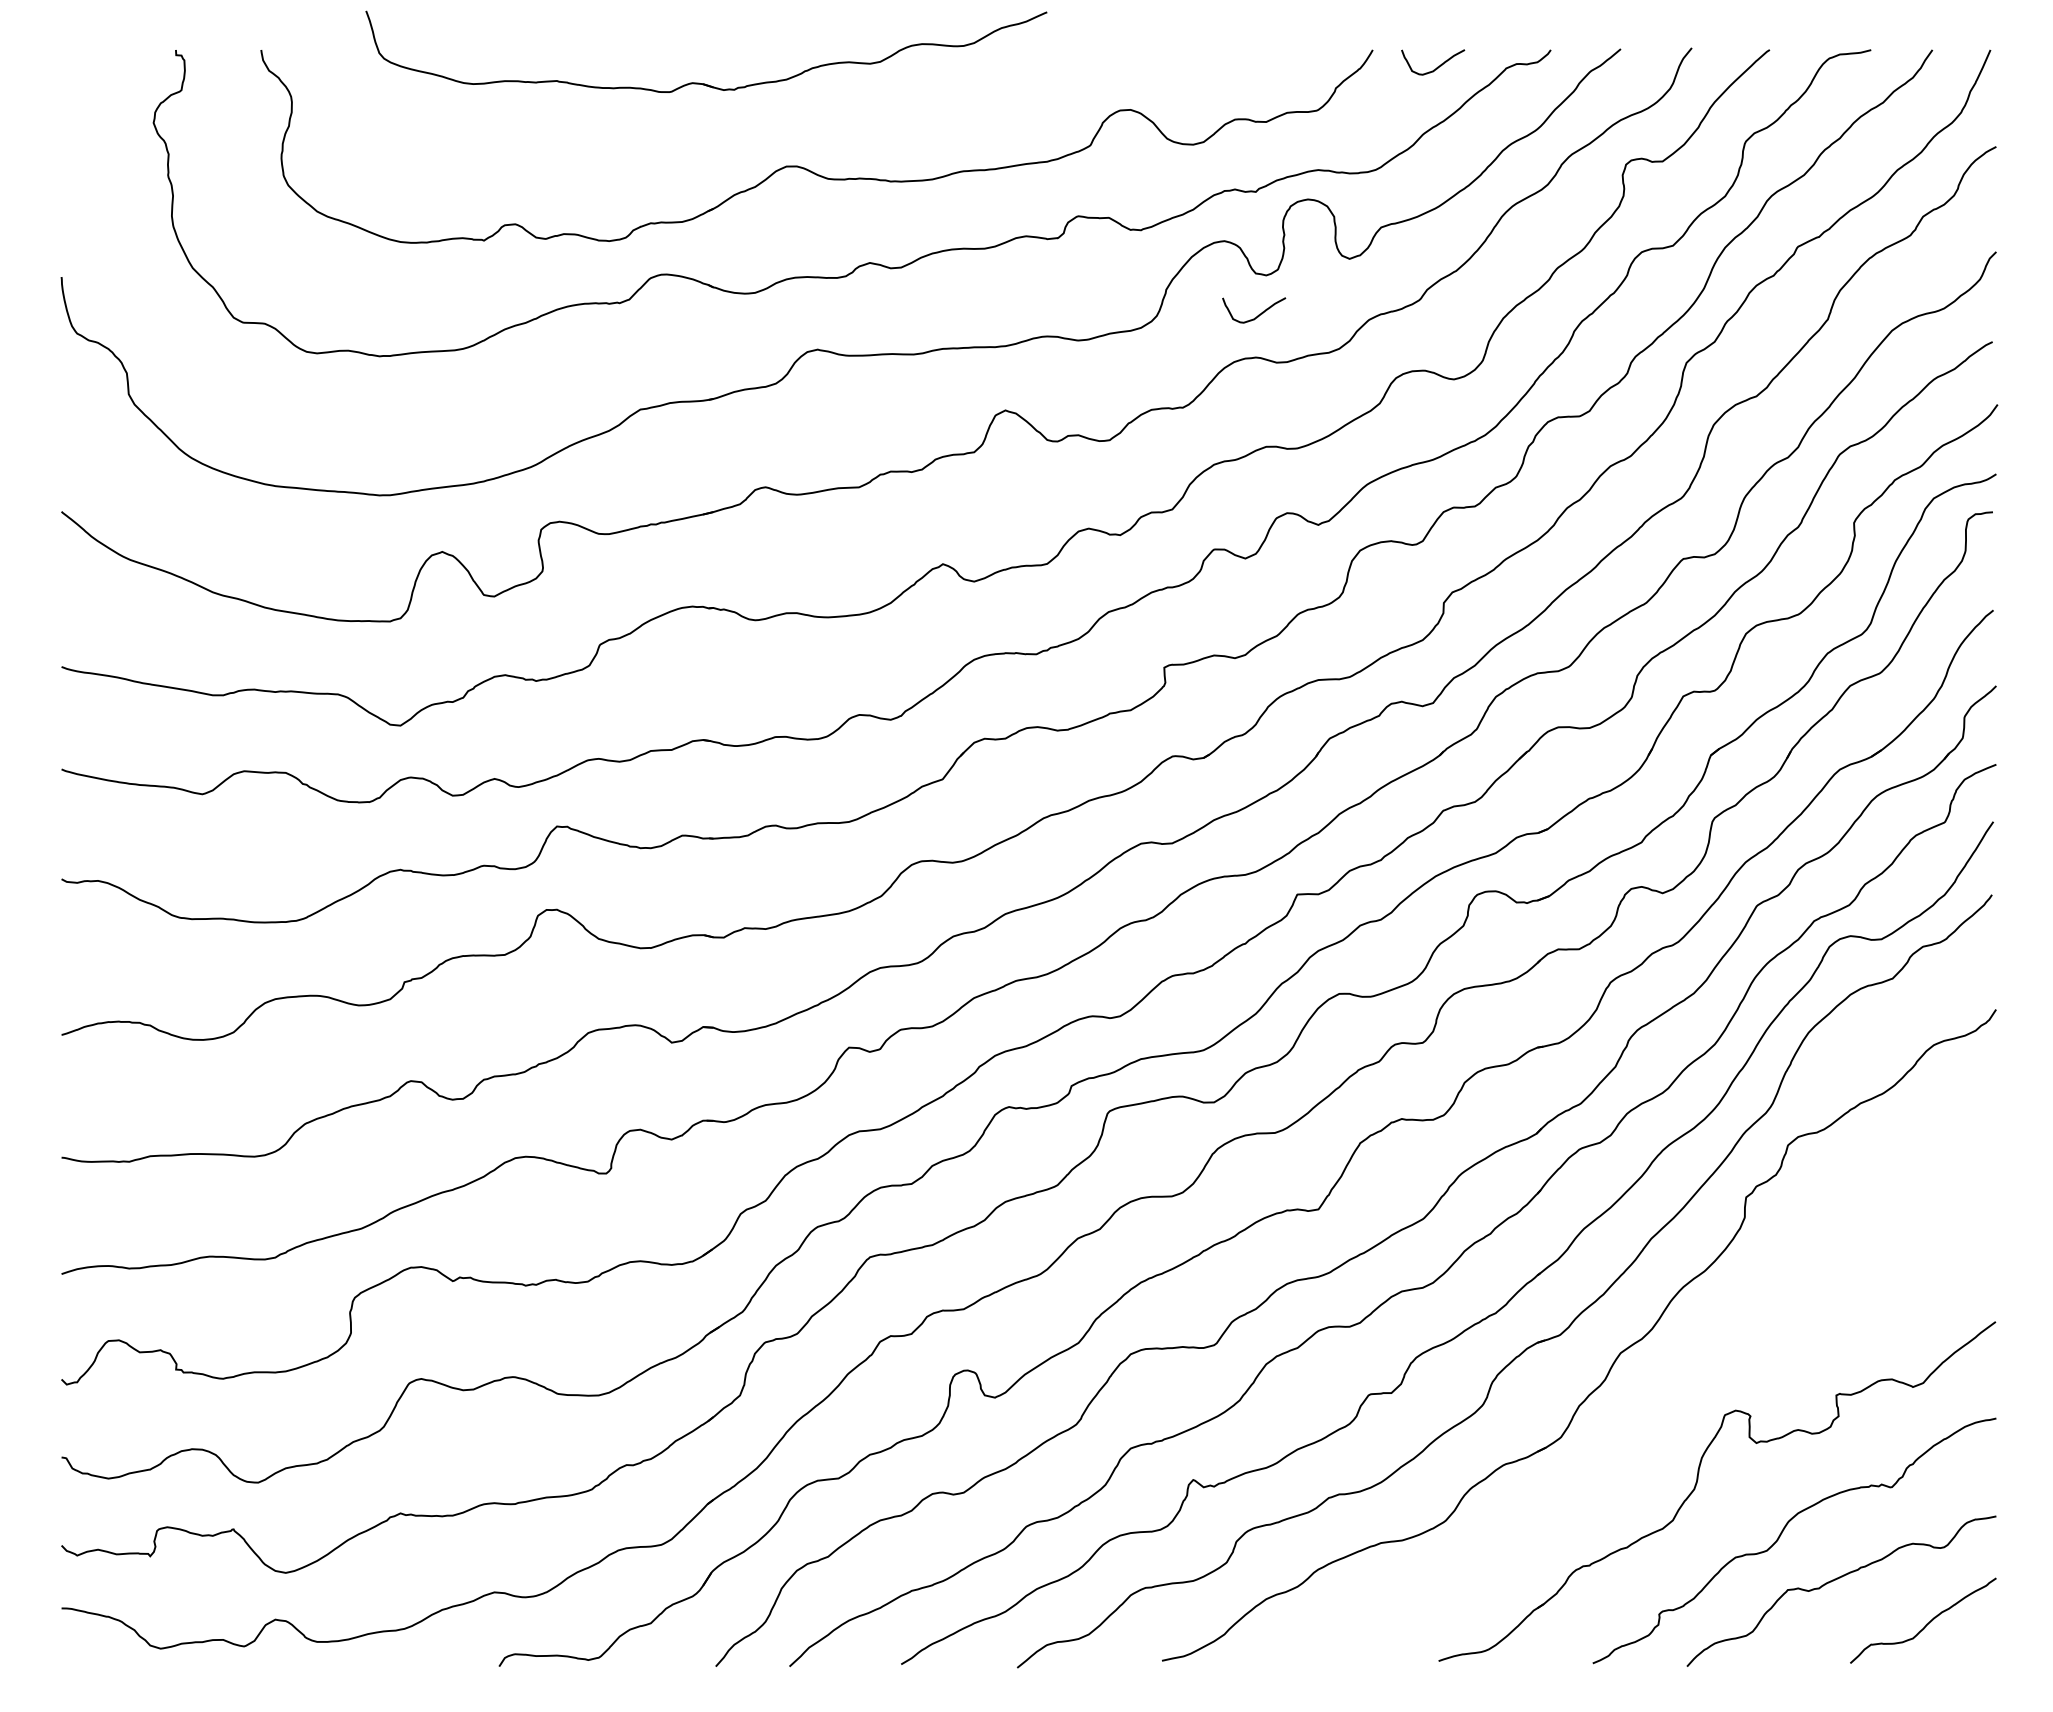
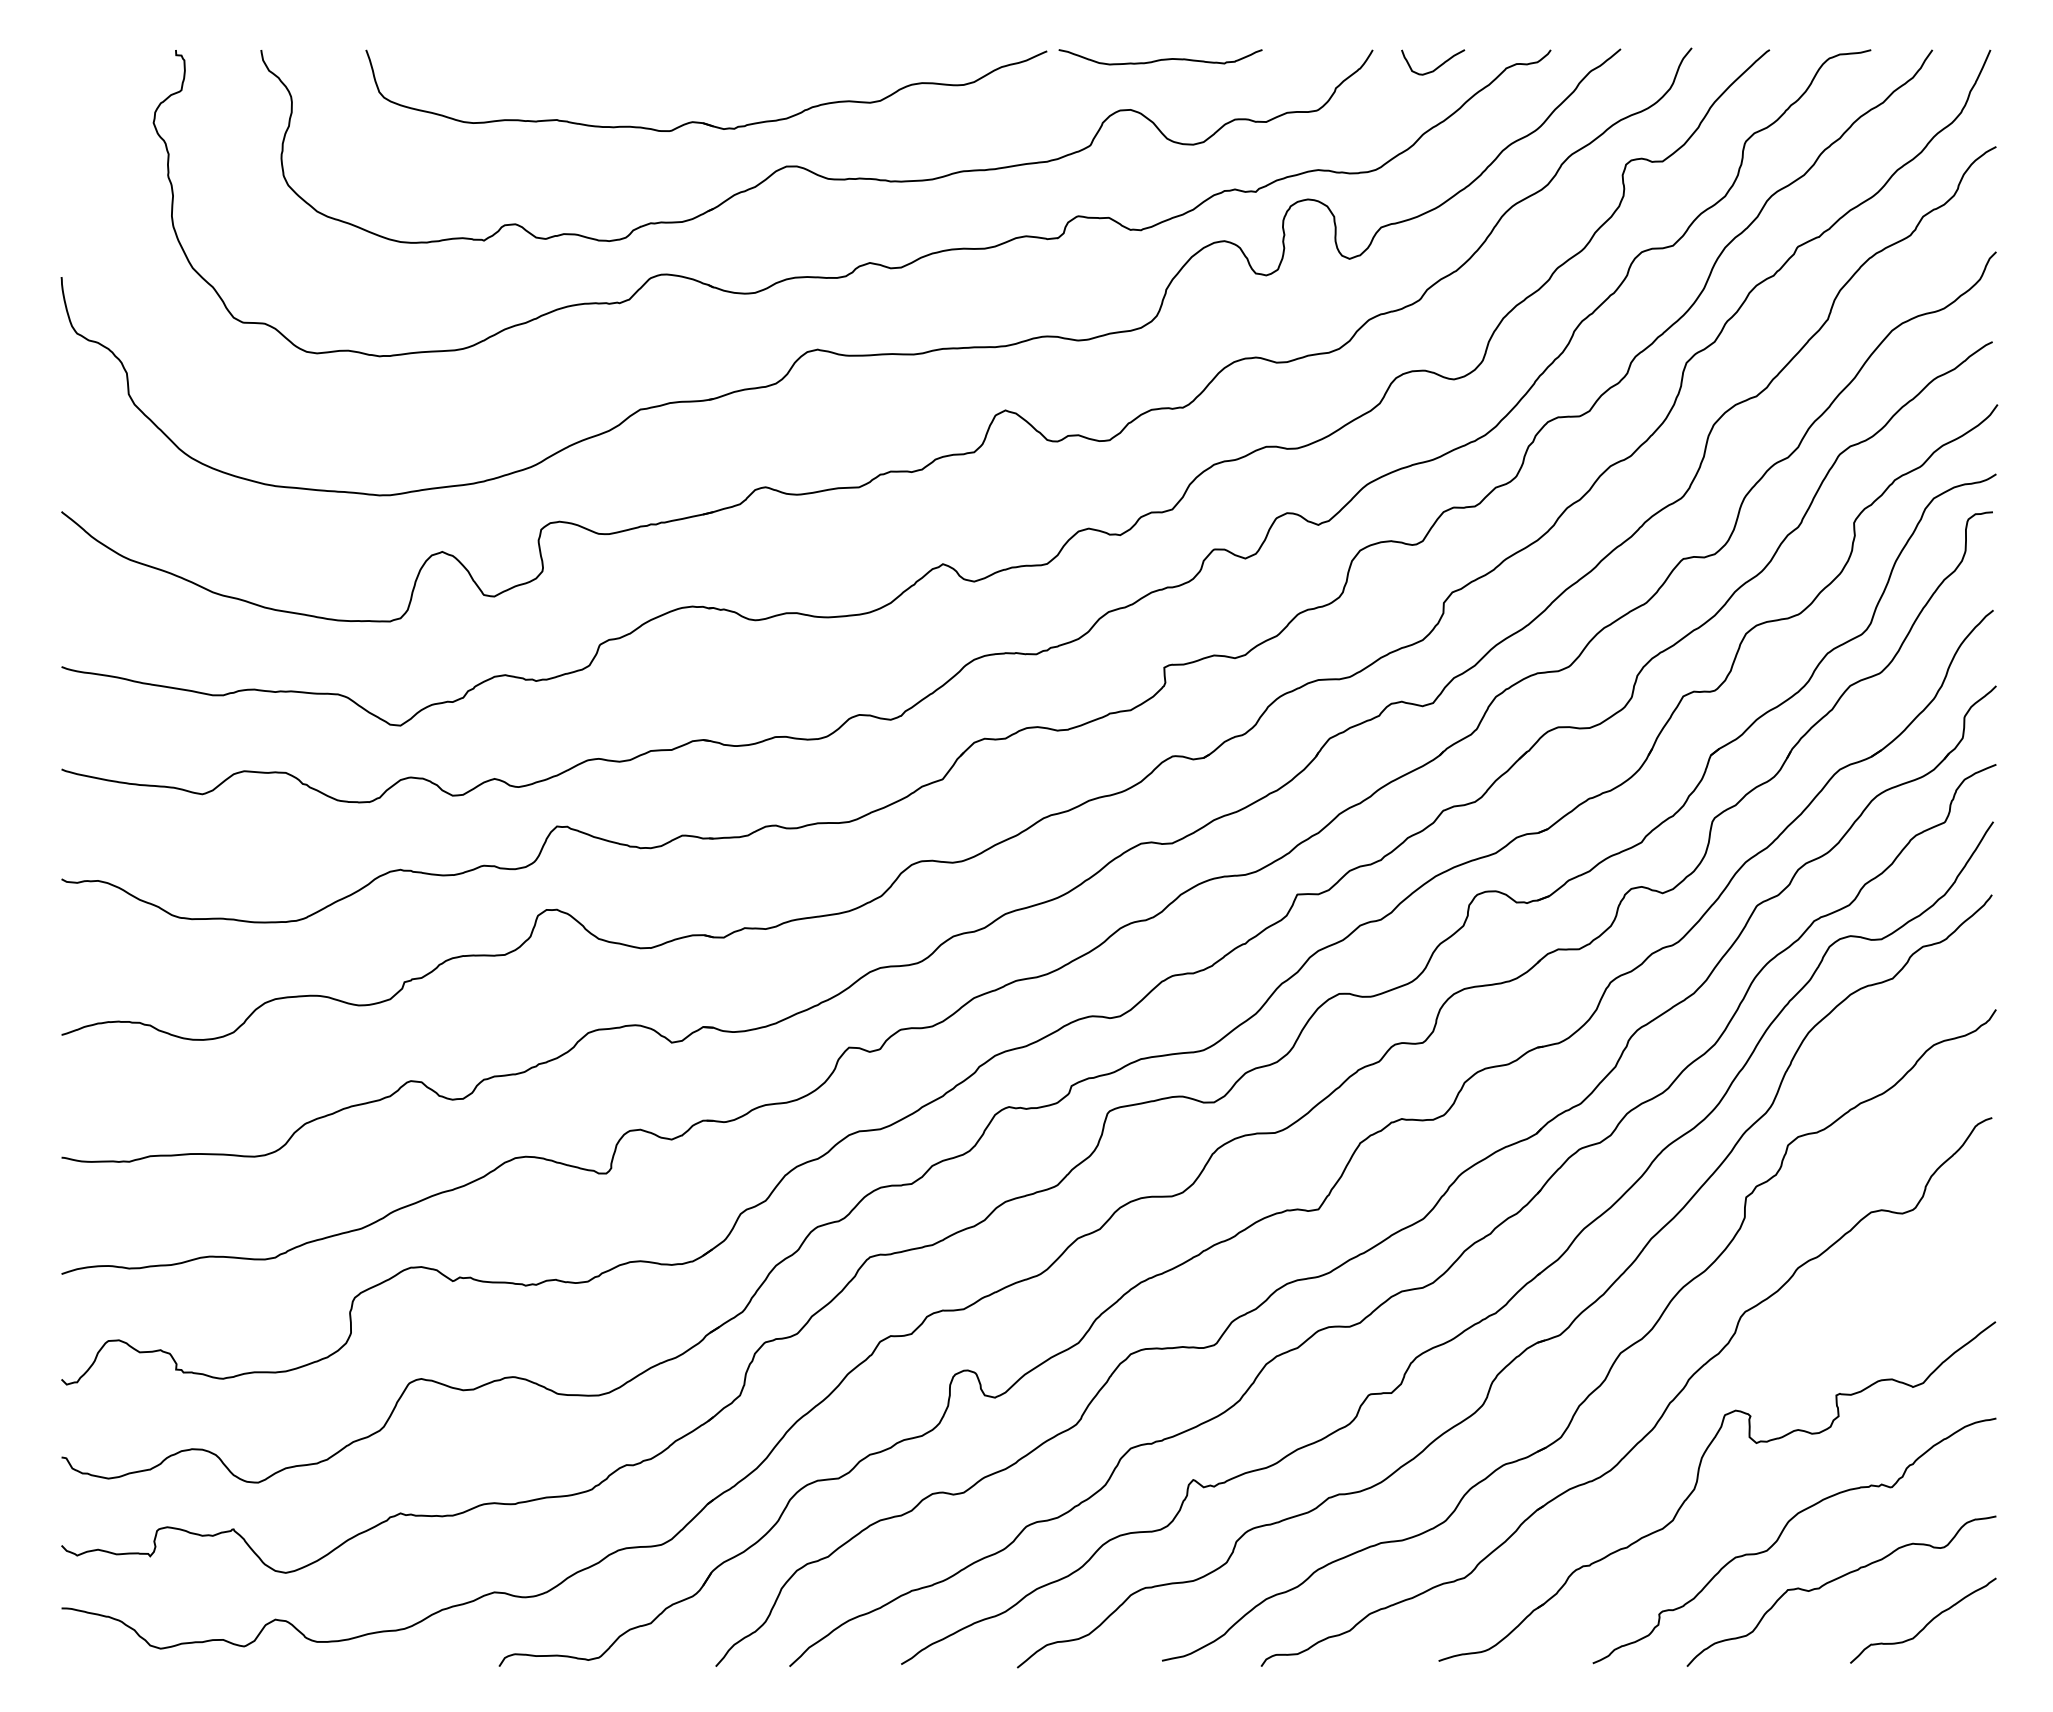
curve at (1160, 59): none -> present
part at (699, 82) position: (699, 82) -> (699, 121)
curve at (1258, 314): present -> none
part at (1661, 1414): none -> present
